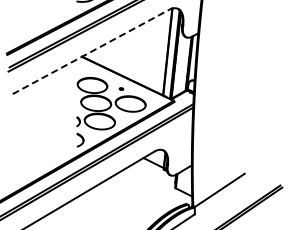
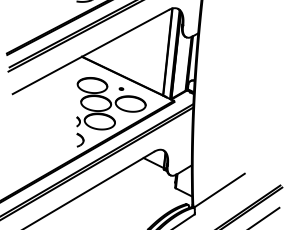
line at (90, 52): dashed -> solid
line at (265, 216): none -> present
